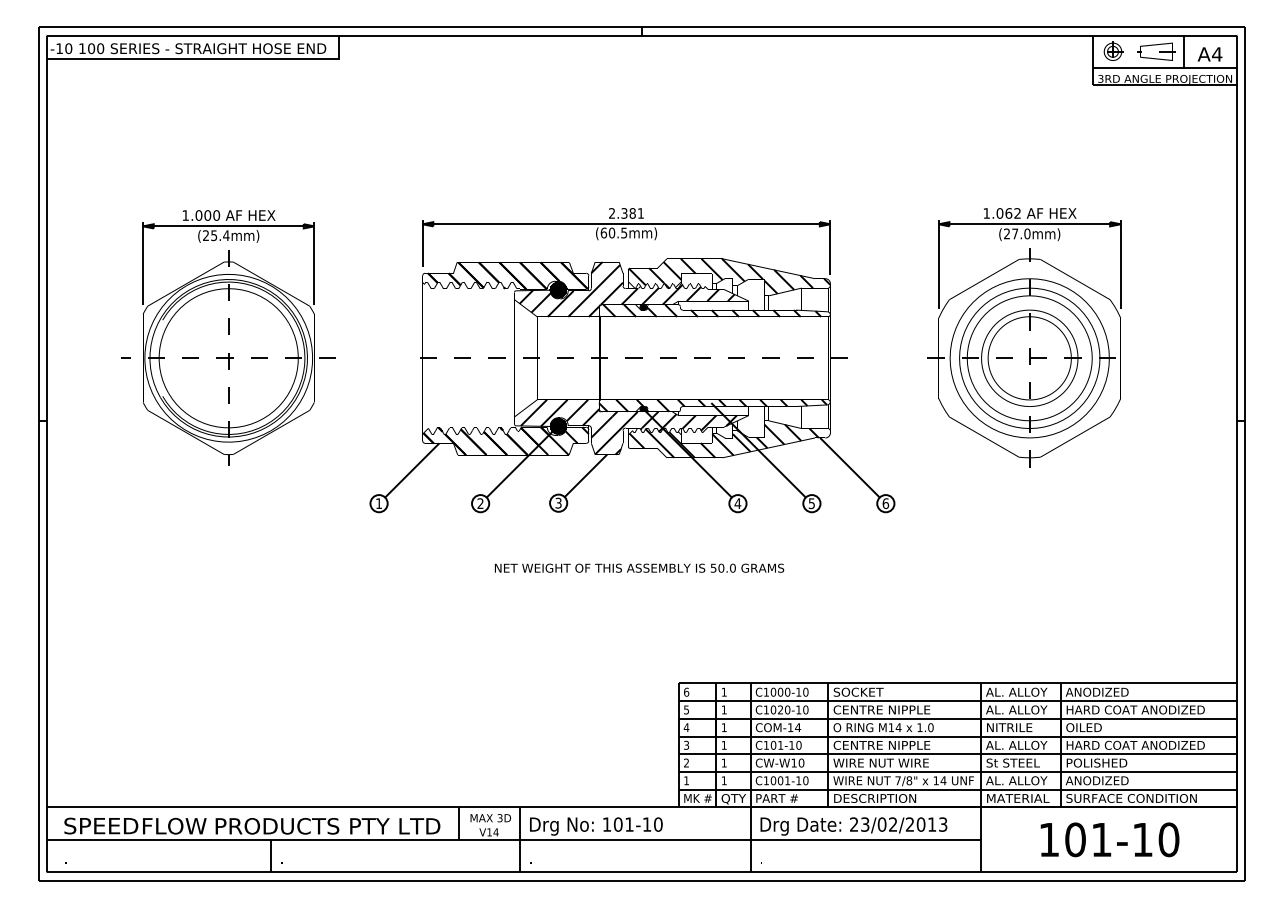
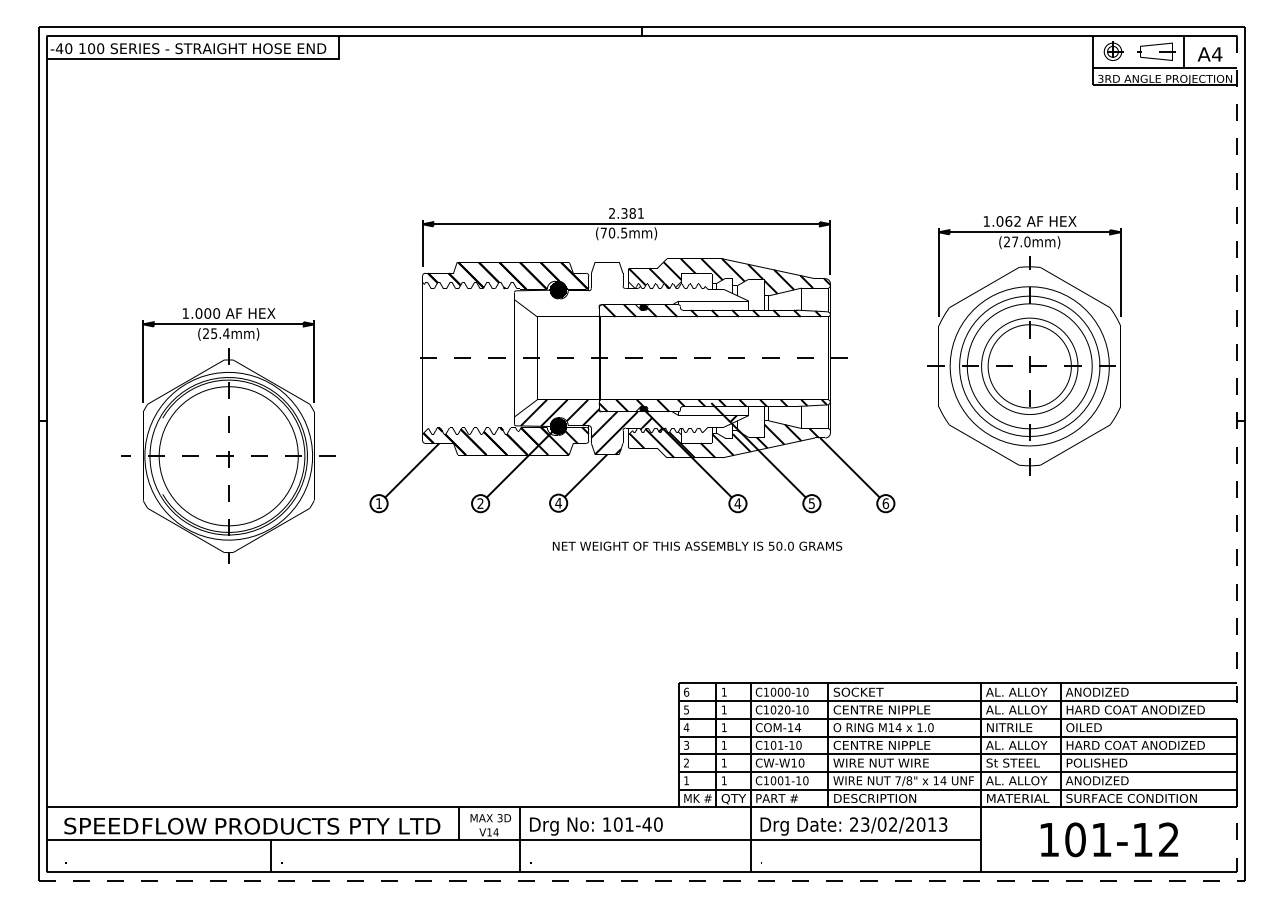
text at (59, 48): -10 -> -40
text at (603, 232): (60.5mm) -> (70.5mm)
hatch at (633, 289): present -> none
part at (228, 337) position: (228, 337) -> (228, 435)
part at (1024, 337) position: (1024, 337) -> (1024, 345)
hatch at (691, 420): present -> none
line at (1237, 454): solid -> dashed
text at (558, 502): 3 -> 4
text at (639, 567) position: (639, 567) -> (697, 545)
text at (646, 824): 101-10 -> 101-40
text at (1168, 839): 101-10 -> 101-12
line at (642, 880): solid -> dashed
